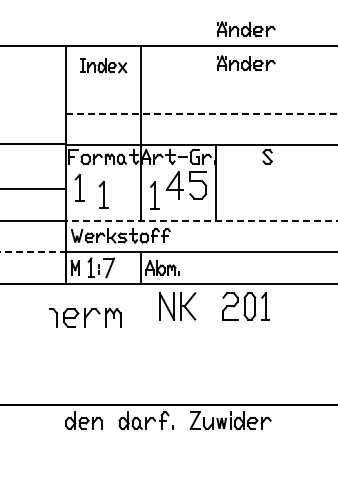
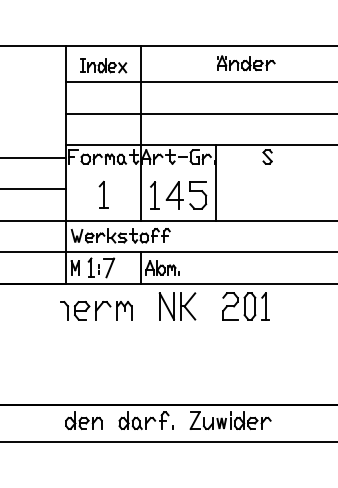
part at (246, 29): present -> none
line at (200, 82): none -> present
line at (202, 113): dashed -> solid
line at (34, 144) position: (34, 144) -> (34, 158)
part at (186, 185) position: (186, 185) -> (186, 195)
part at (79, 187): present -> none
line at (201, 220): dashed -> solid
line at (33, 252): dashed -> solid
part at (85, 317) position: (85, 317) -> (96, 310)
line at (168, 442): none -> present
